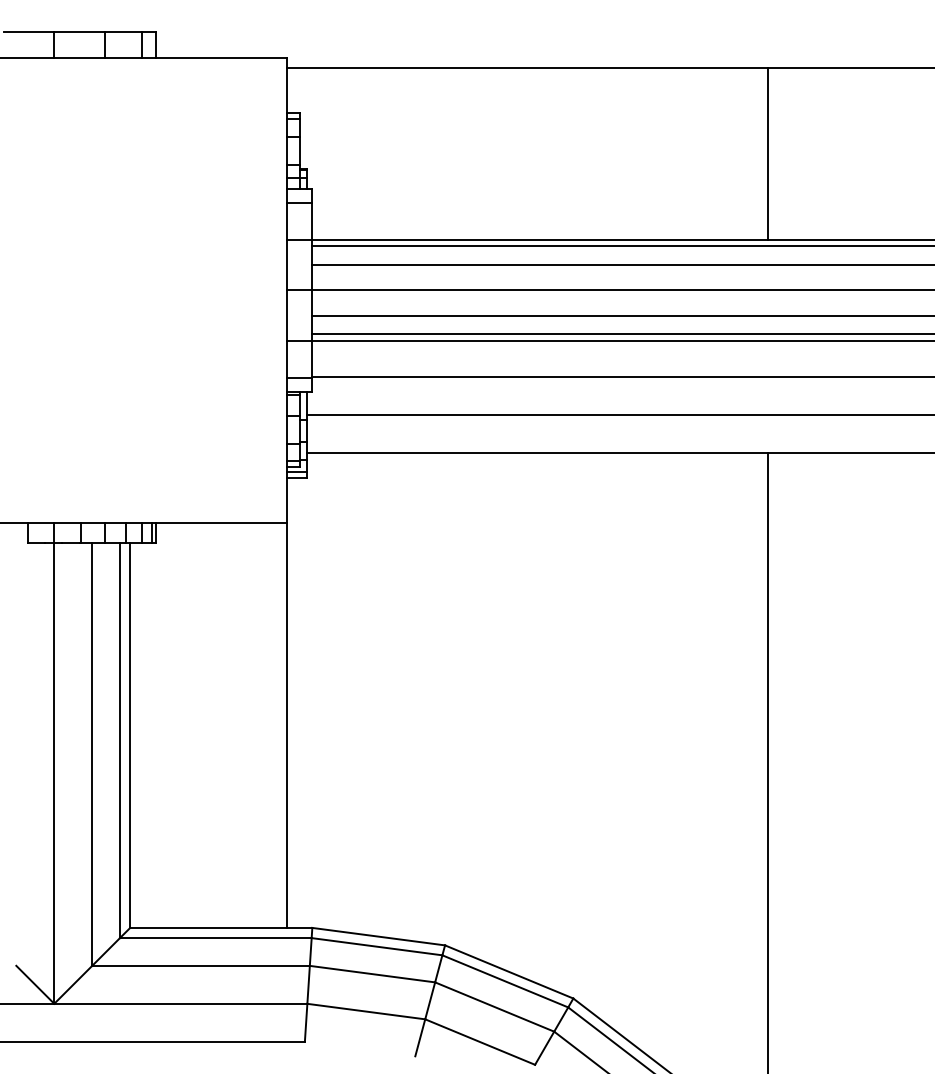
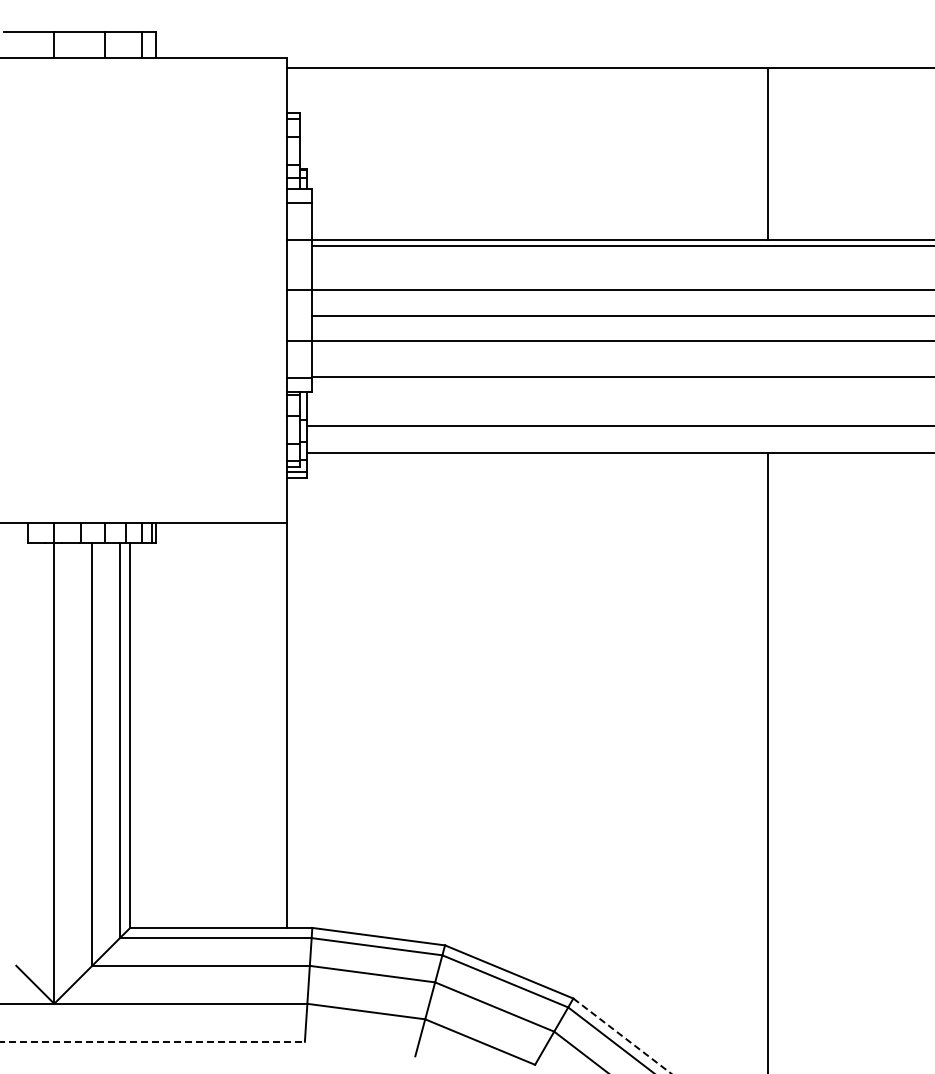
line at (621, 264): present -> none
line at (621, 334): present -> none
line at (619, 414) position: (619, 414) -> (619, 425)
line at (622, 1036): solid -> dashed
line at (153, 1041): solid -> dashed
